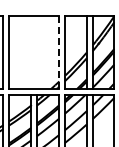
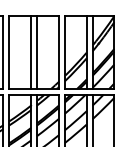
line at (31, 52): none -> present
line at (37, 52): none -> present
line at (58, 53): dashed -> solid
